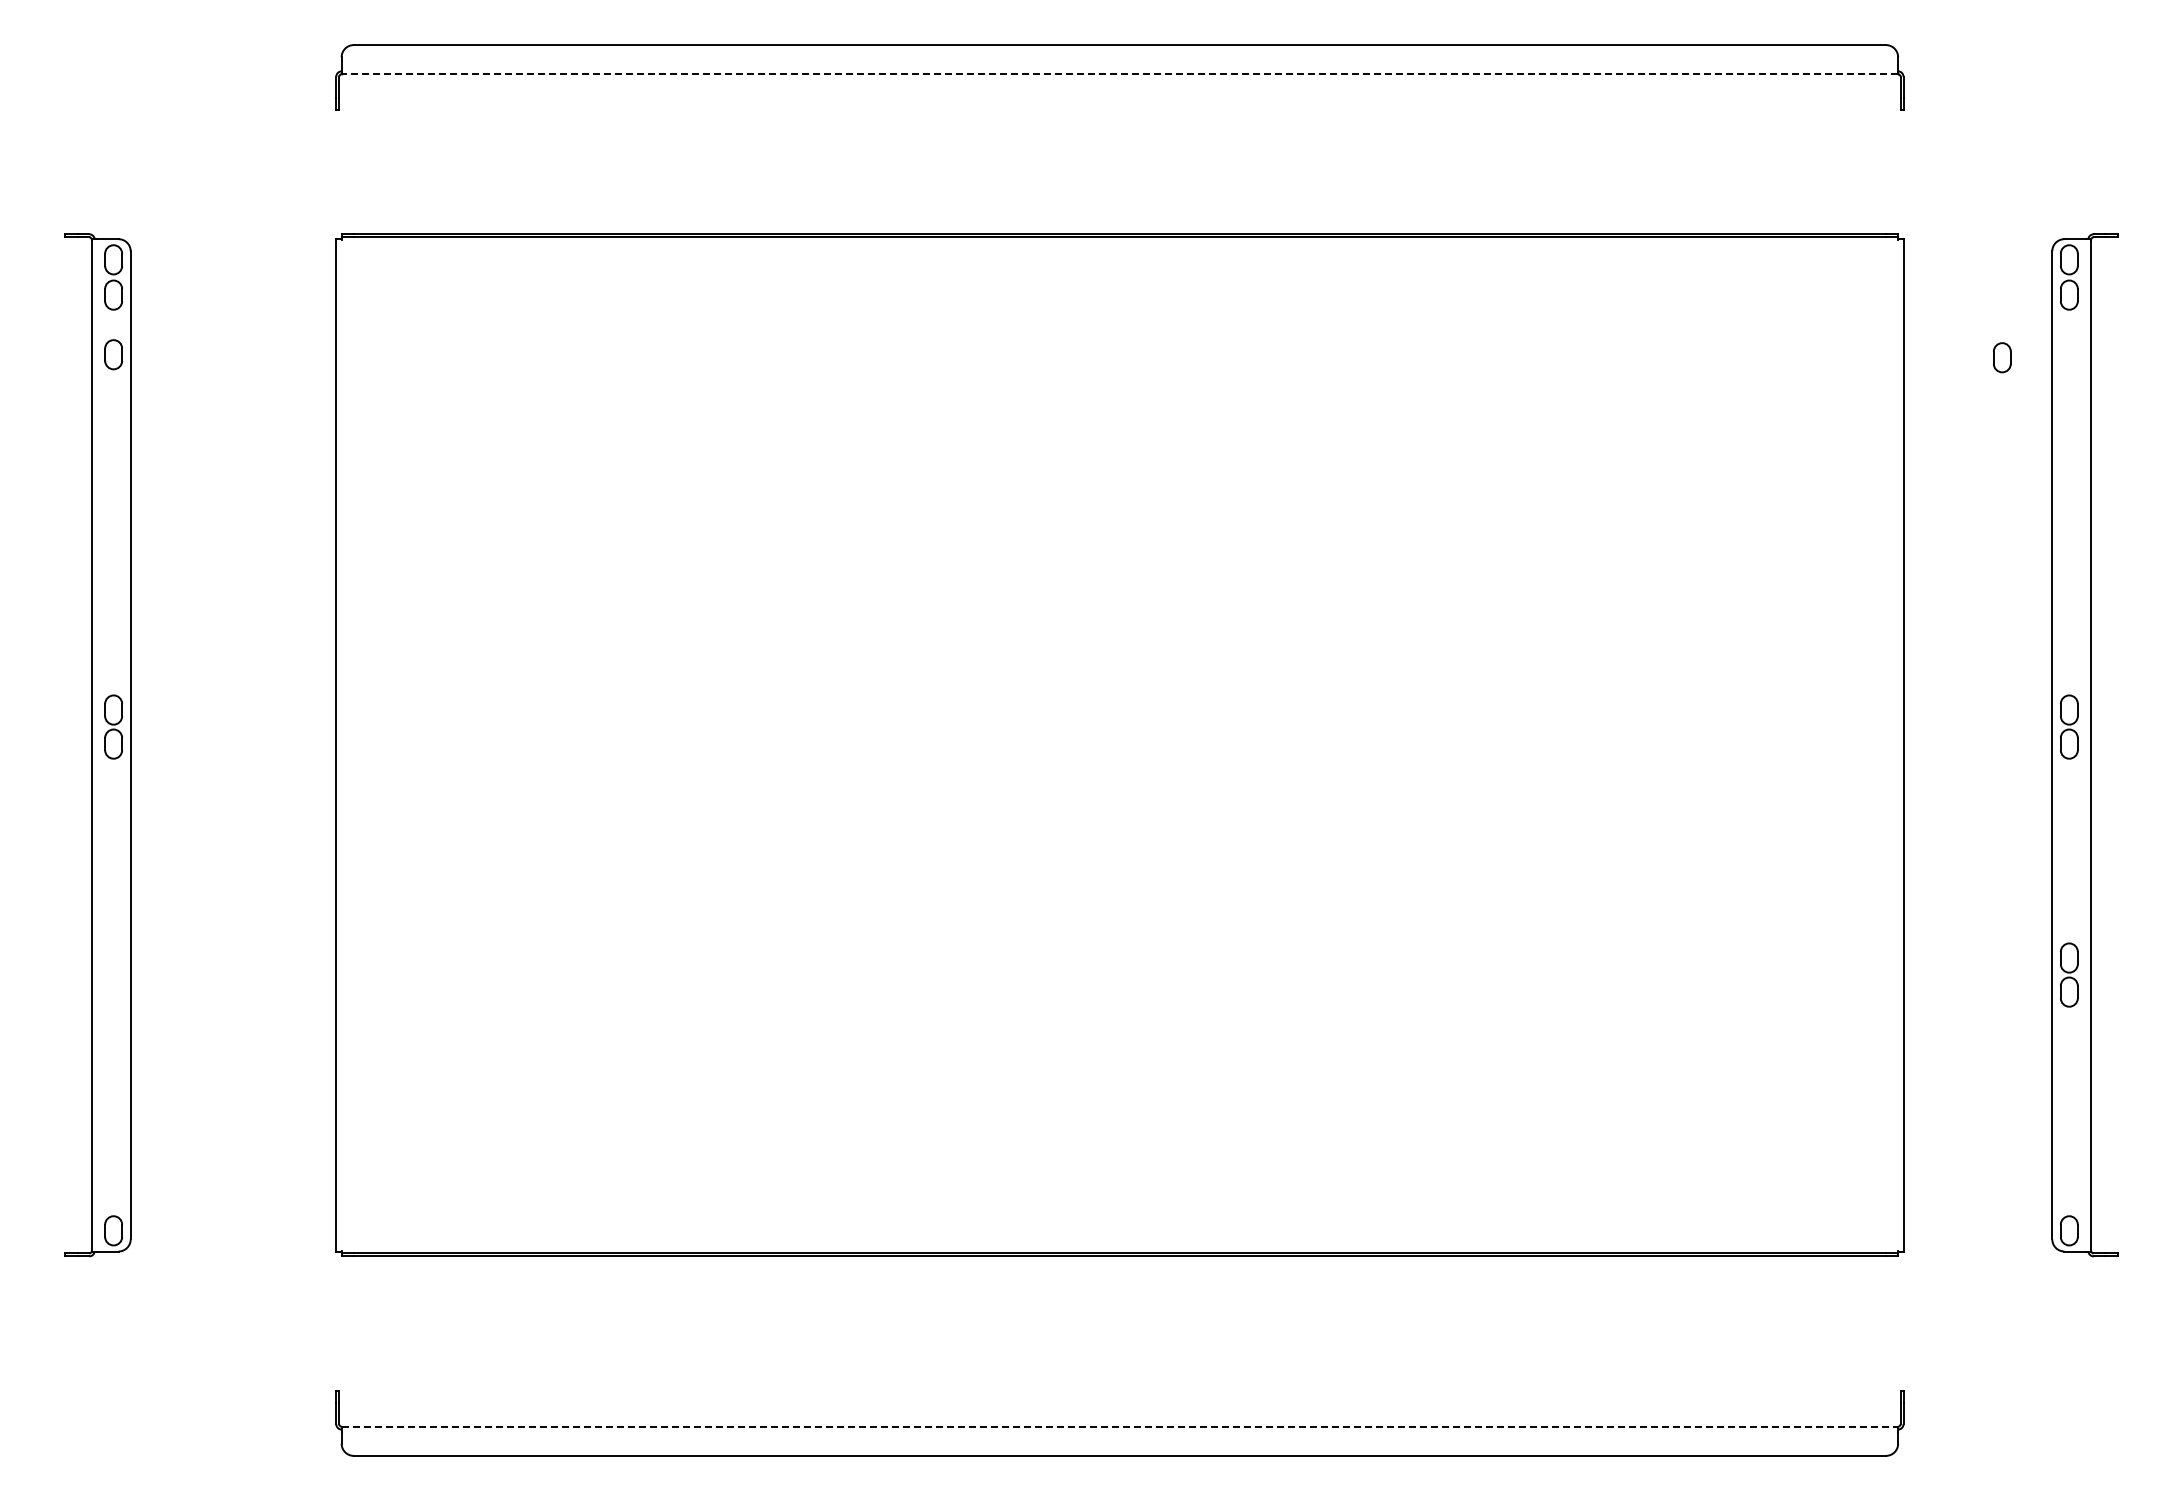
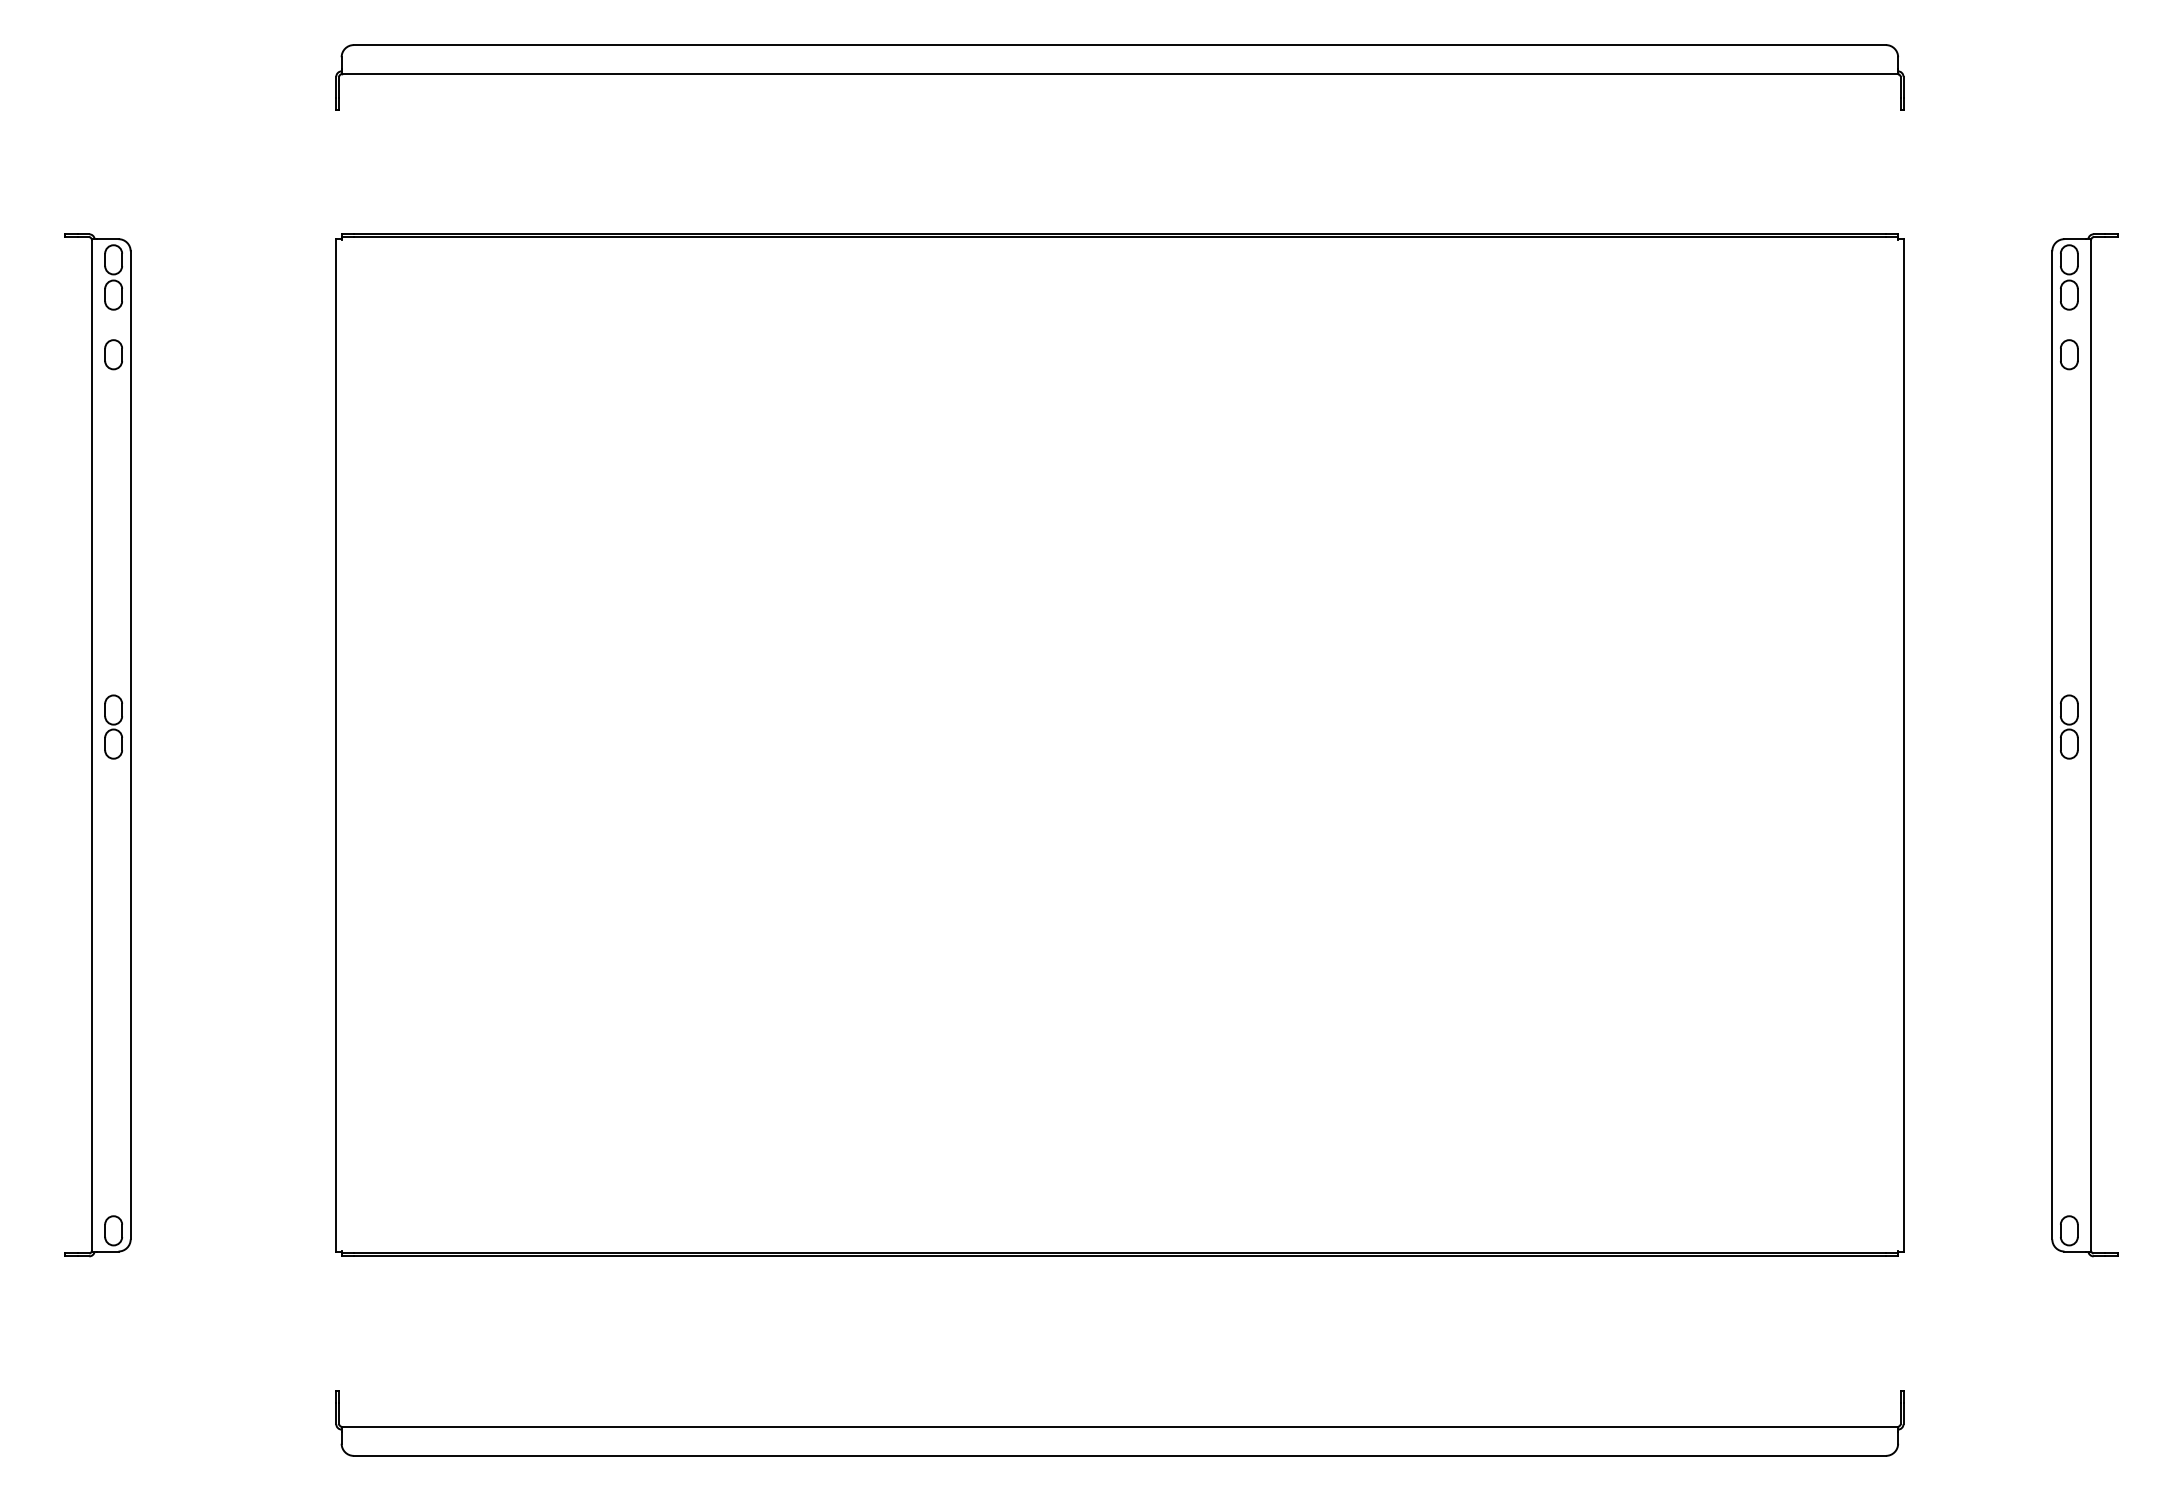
line at (1119, 74): dashed -> solid
part at (2002, 357) position: (2002, 357) -> (2069, 354)
part at (2069, 974): present -> none
line at (1120, 1426): dashed -> solid
